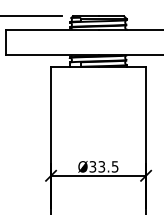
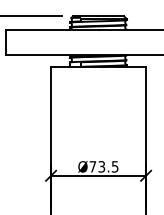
text at (92, 166): Ø33.5 -> Ø73.5
